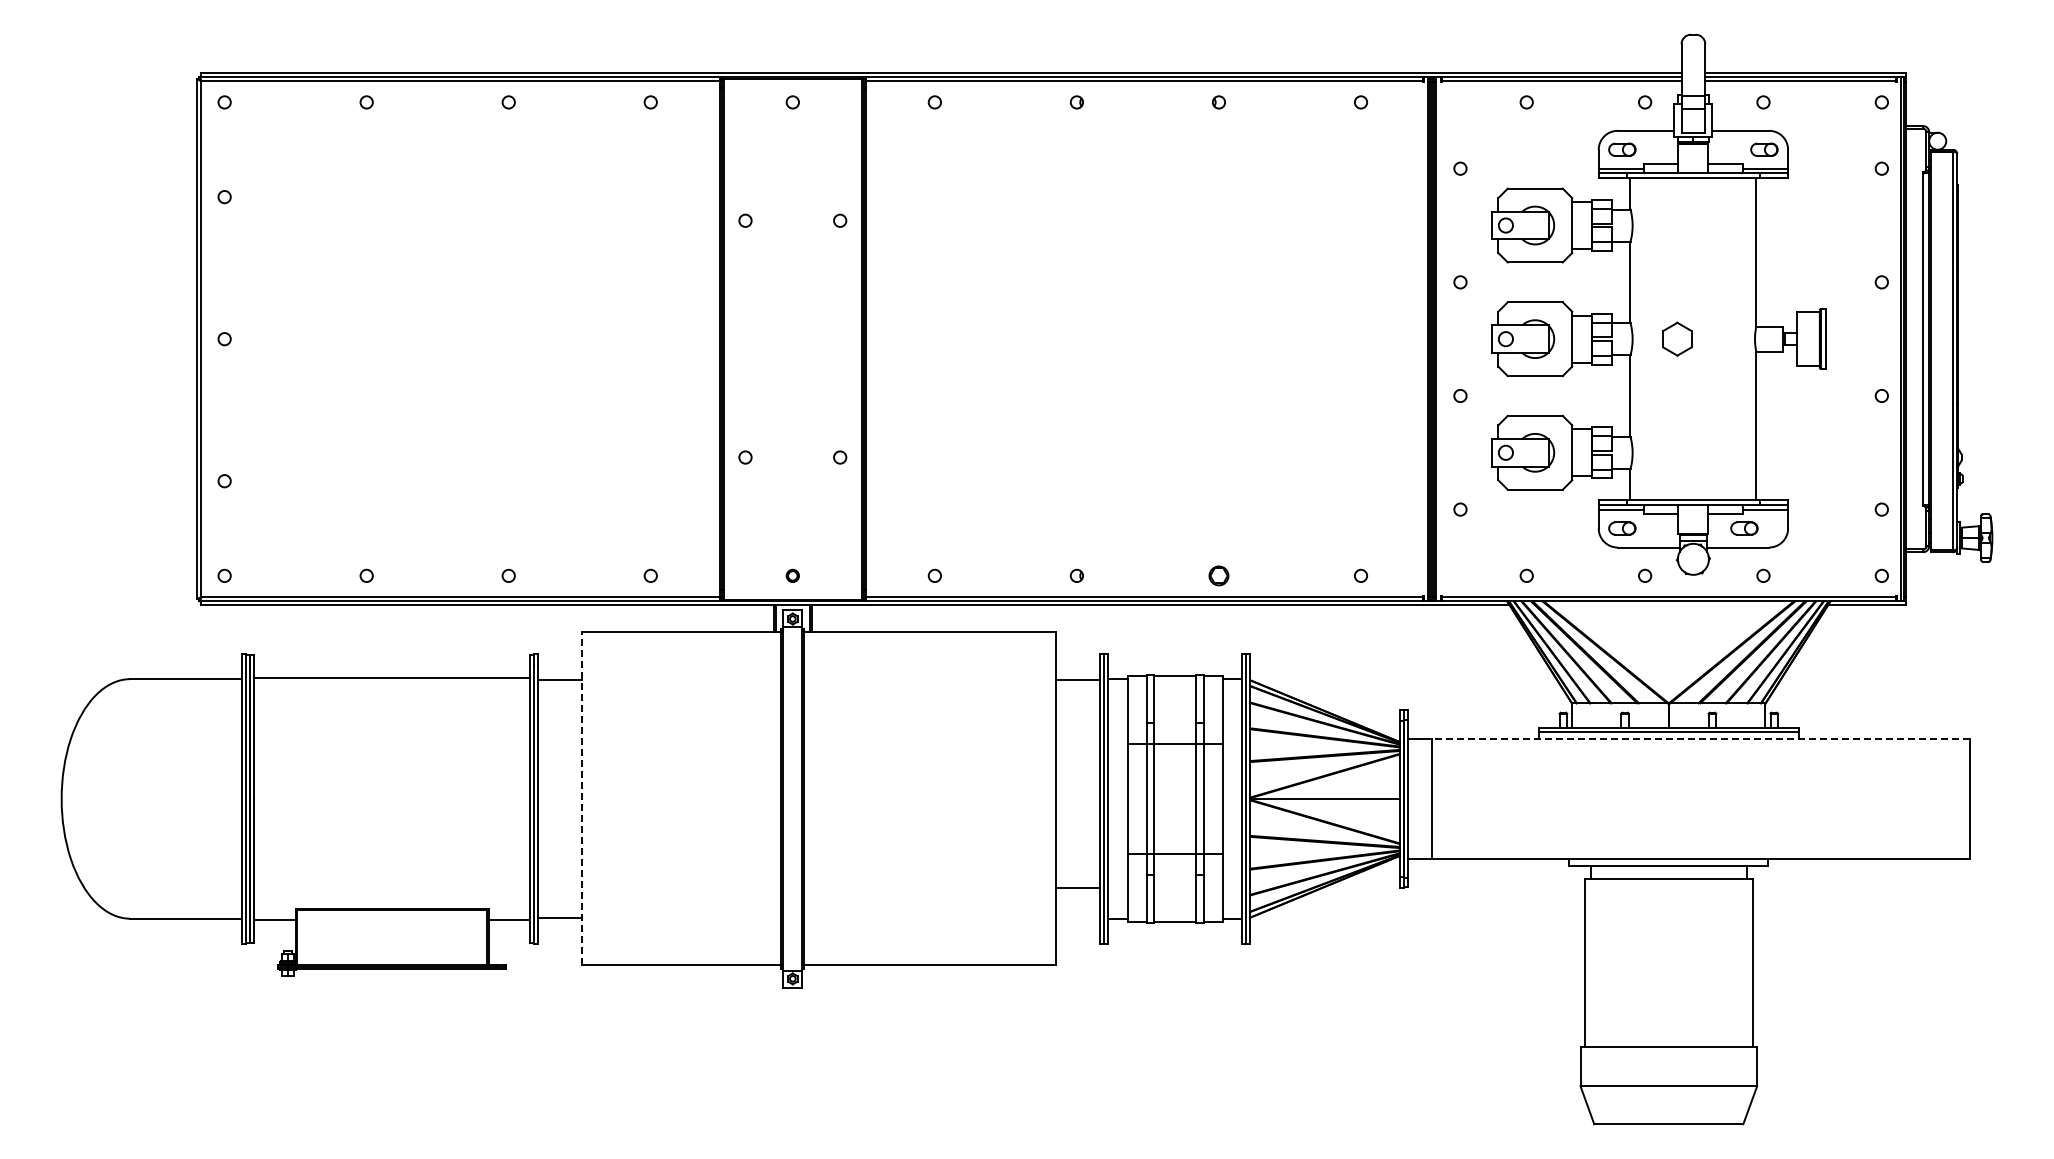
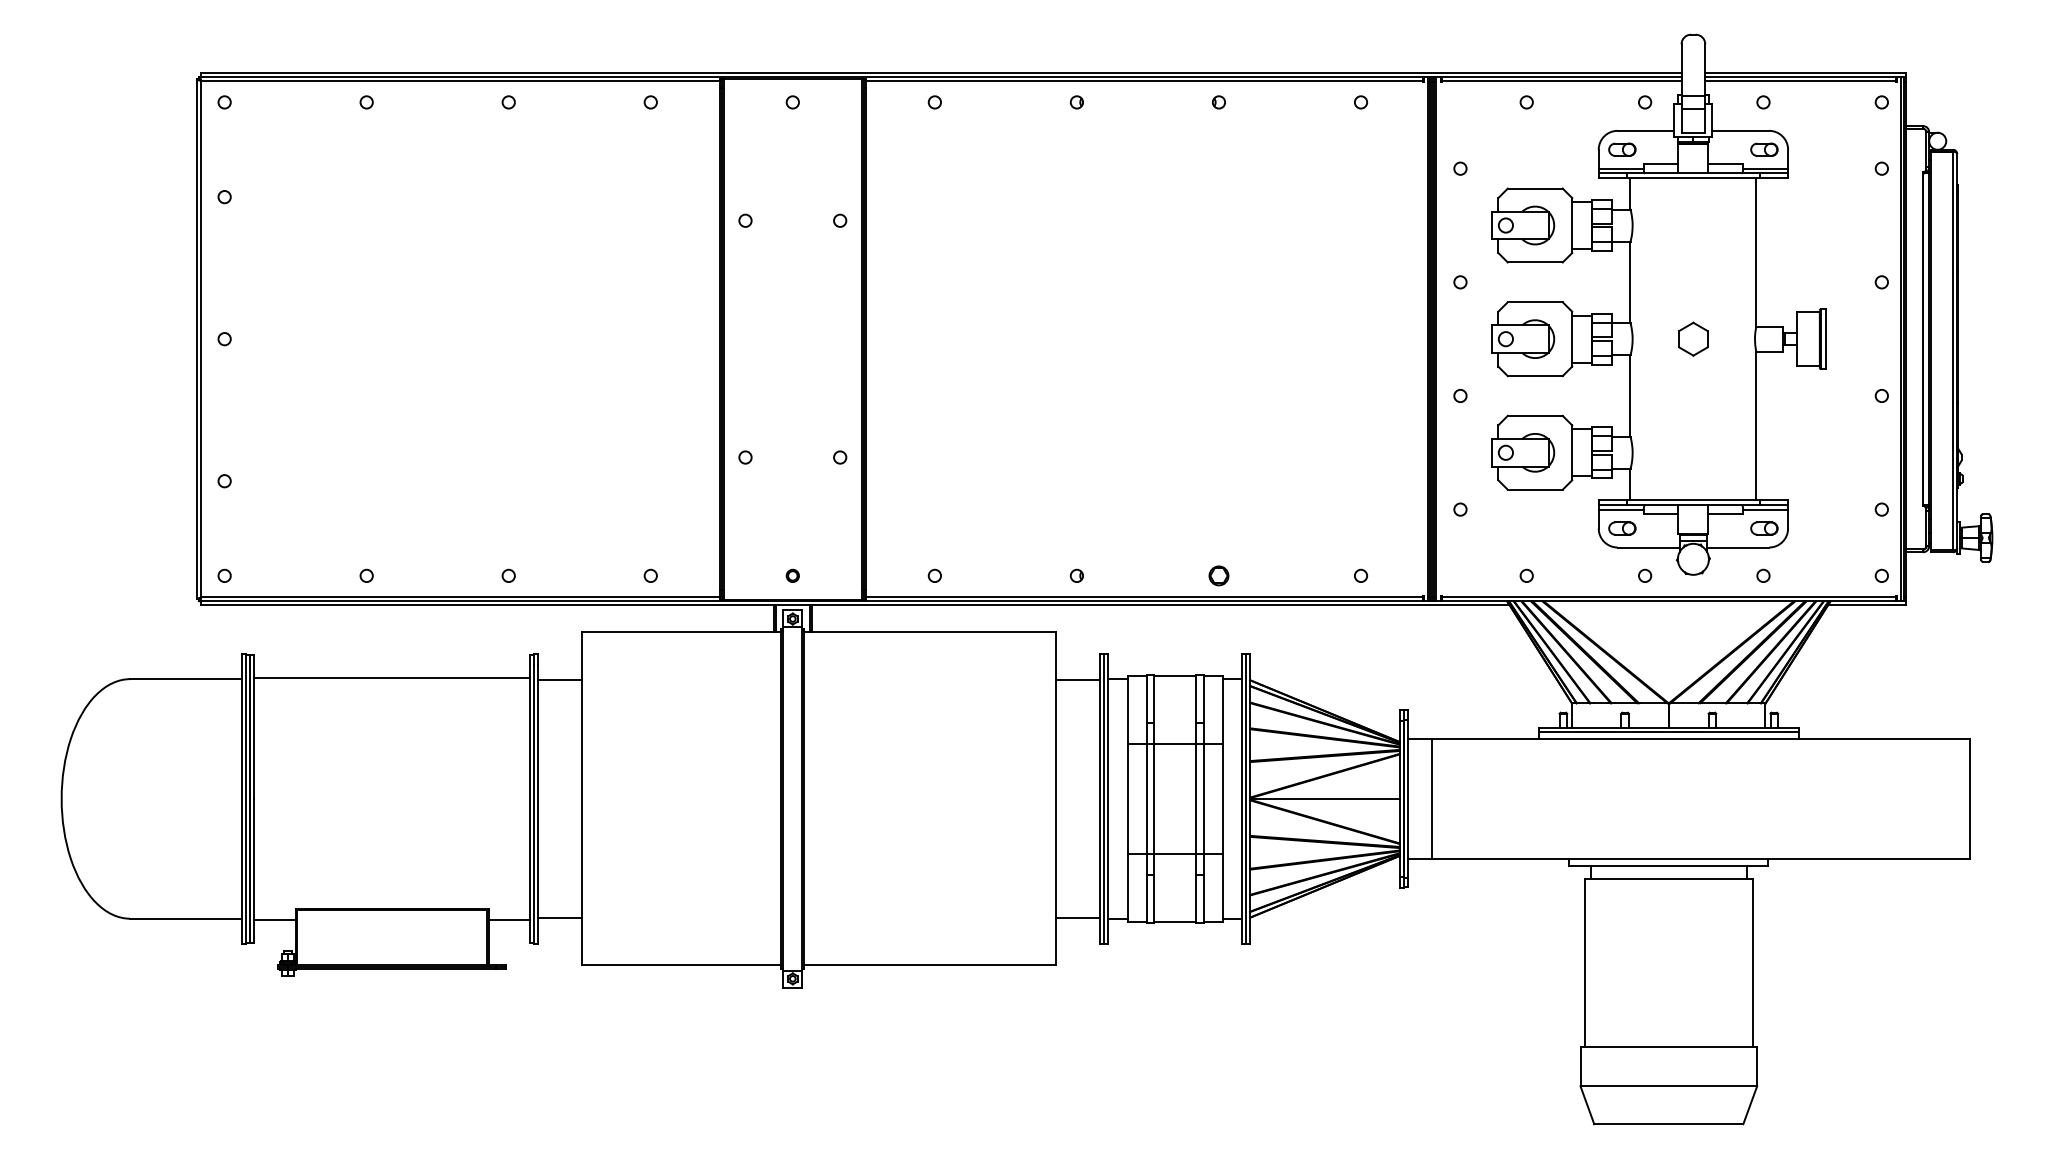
part at (1677, 338) position: (1677, 338) -> (1693, 338)
part at (1744, 528) position: (1744, 528) -> (1764, 528)
line at (1700, 739): dashed -> solid
line at (582, 798): dashed -> solid
line at (1077, 888) position: (1077, 888) -> (1077, 918)
